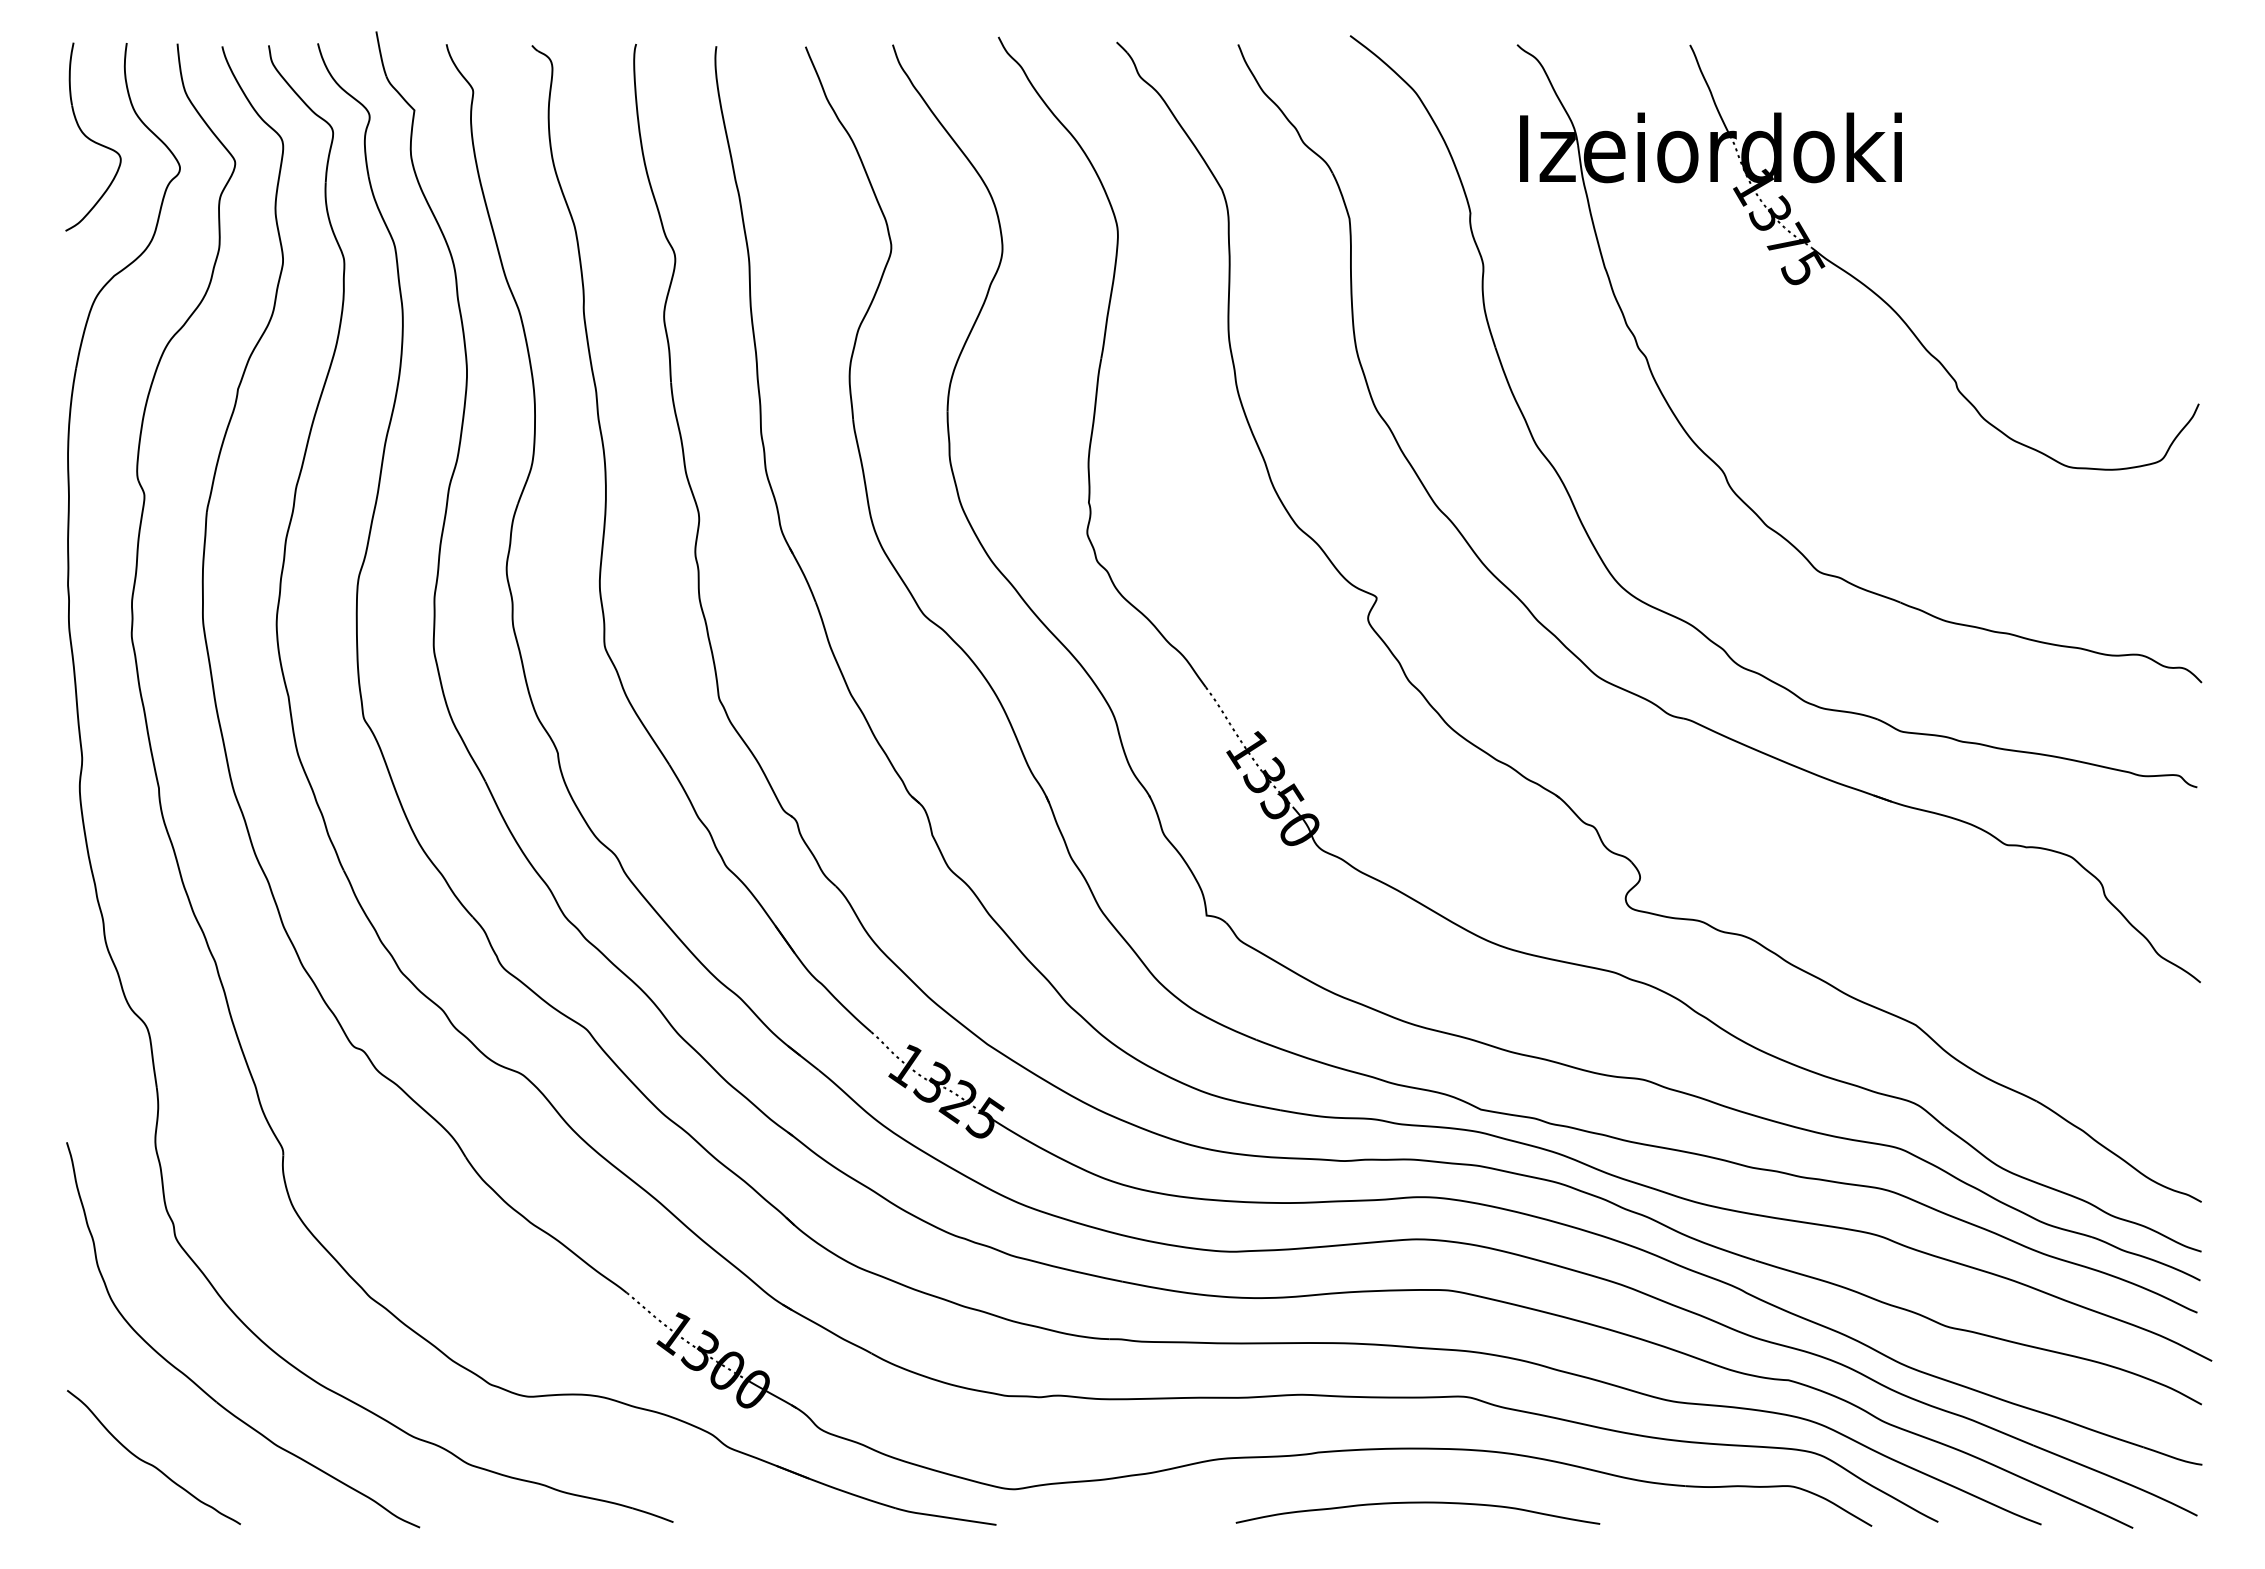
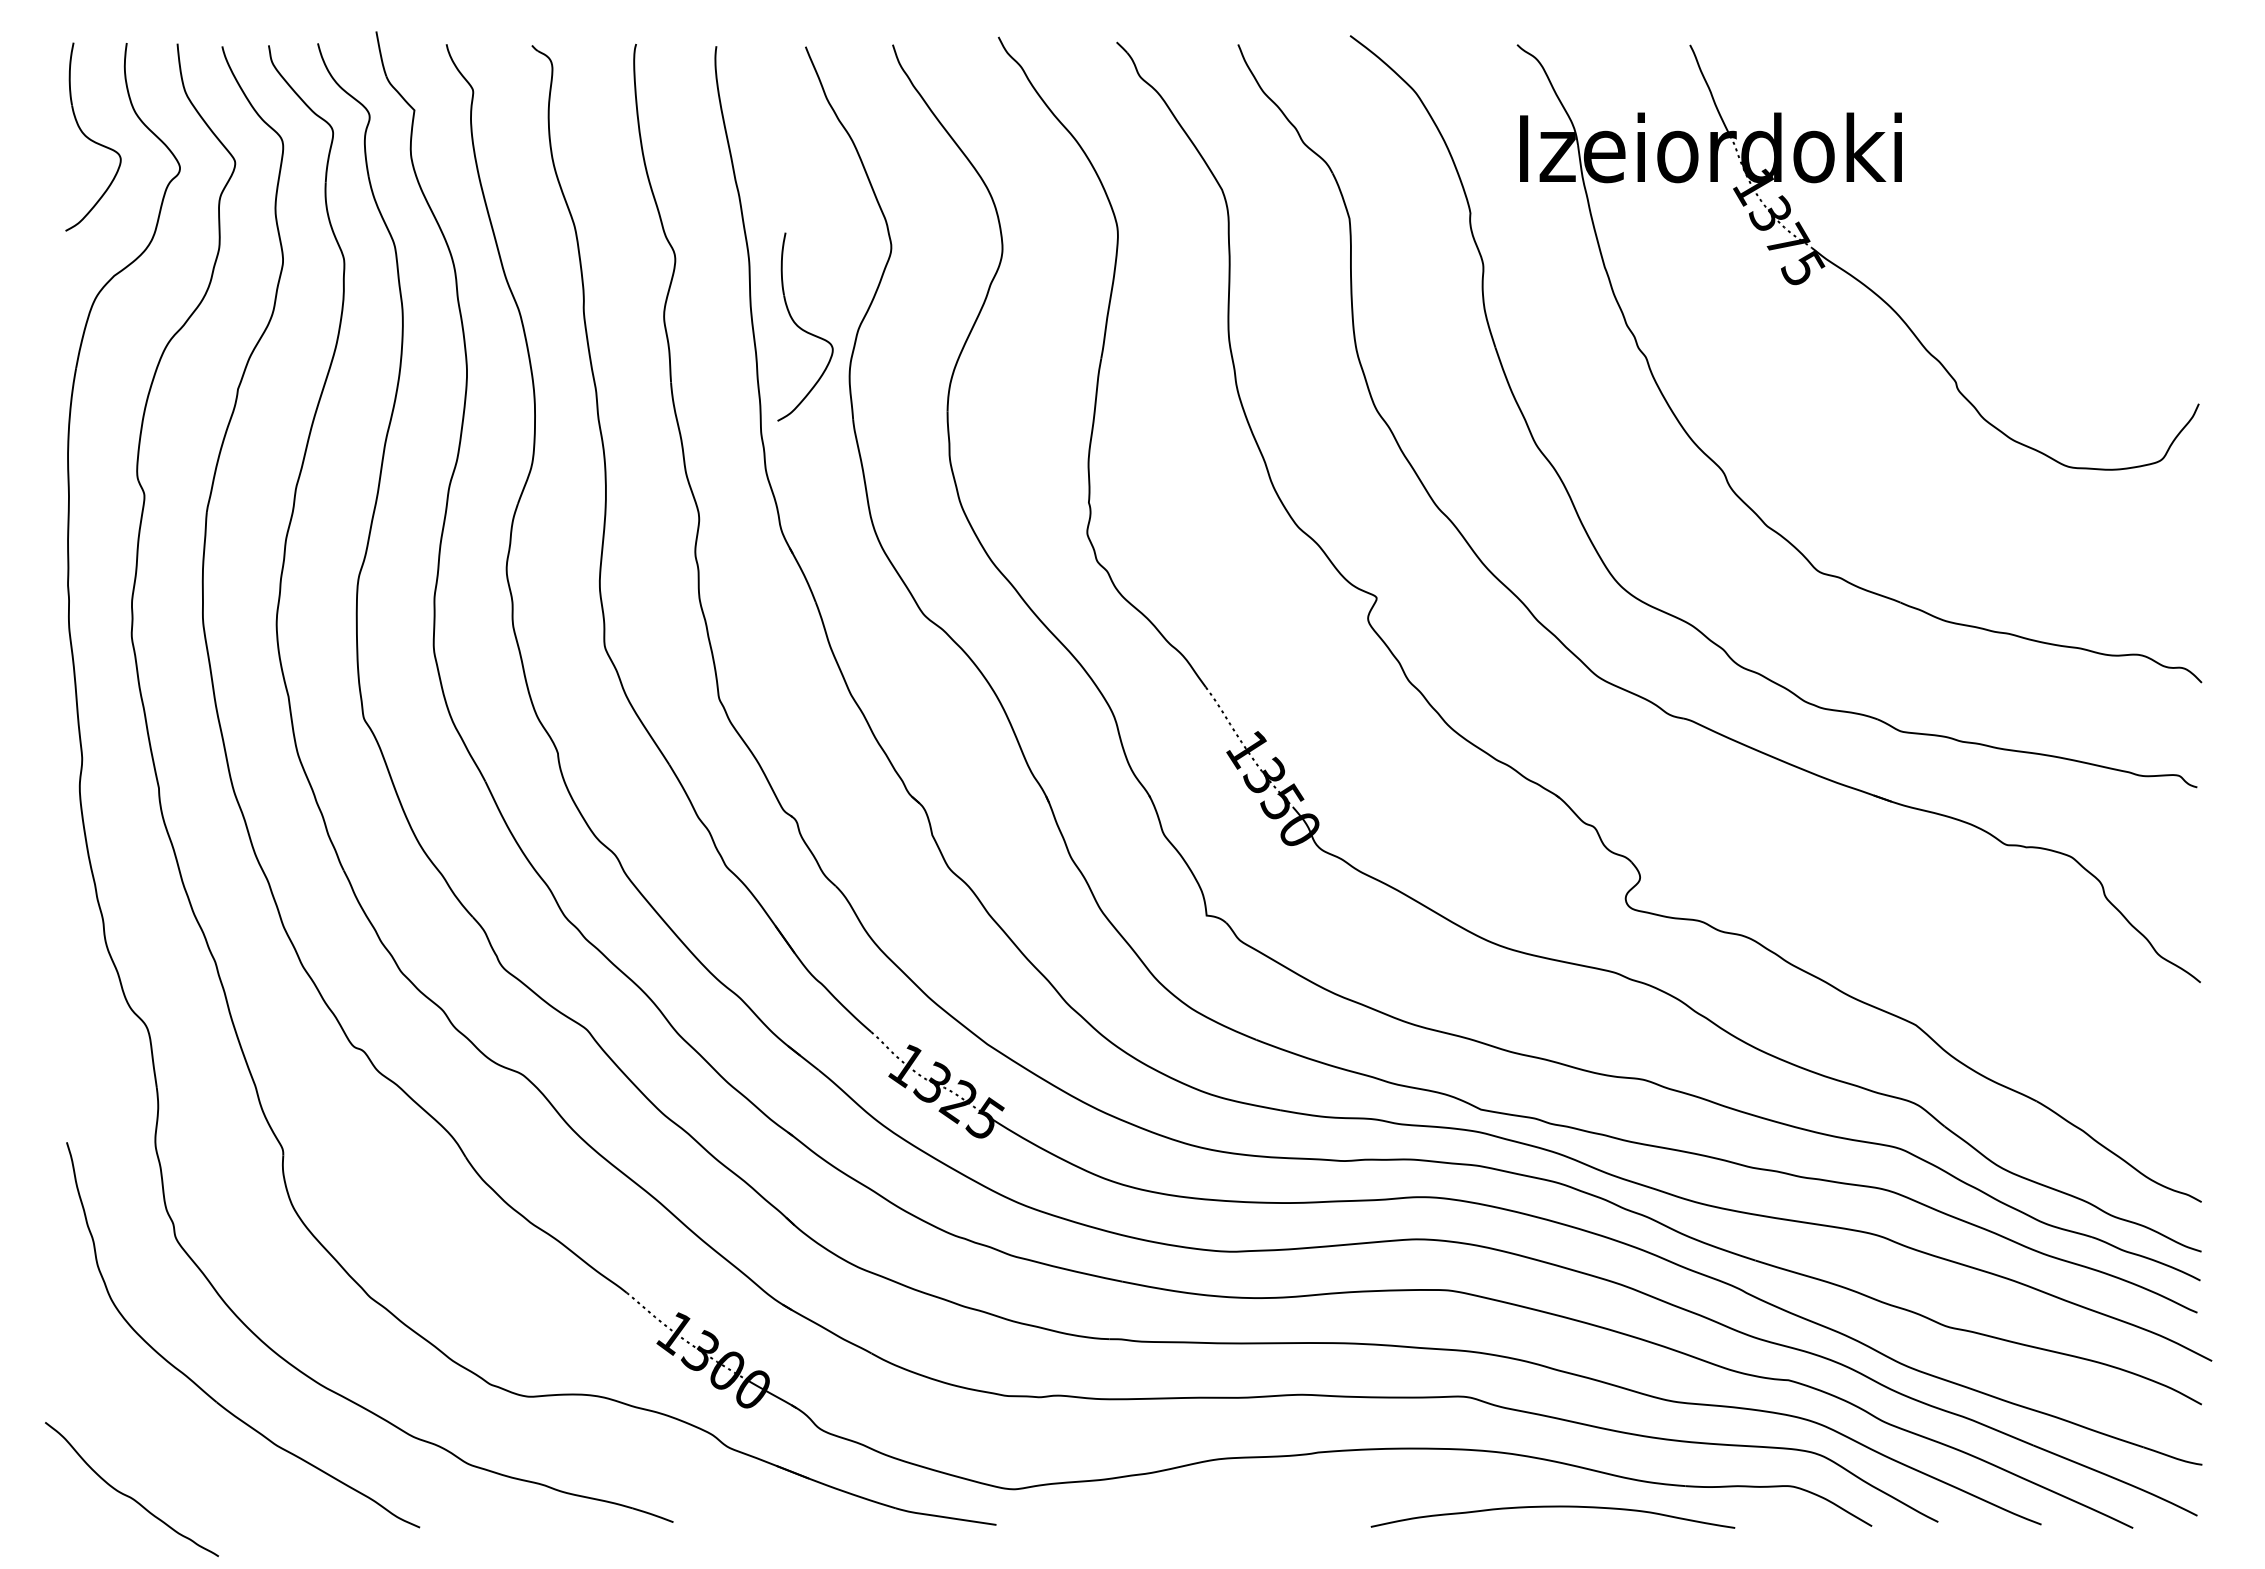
part at (805, 326): none -> present
curve at (150, 1463) position: (150, 1463) -> (128, 1495)
curve at (1417, 1503) position: (1417, 1503) -> (1552, 1507)
